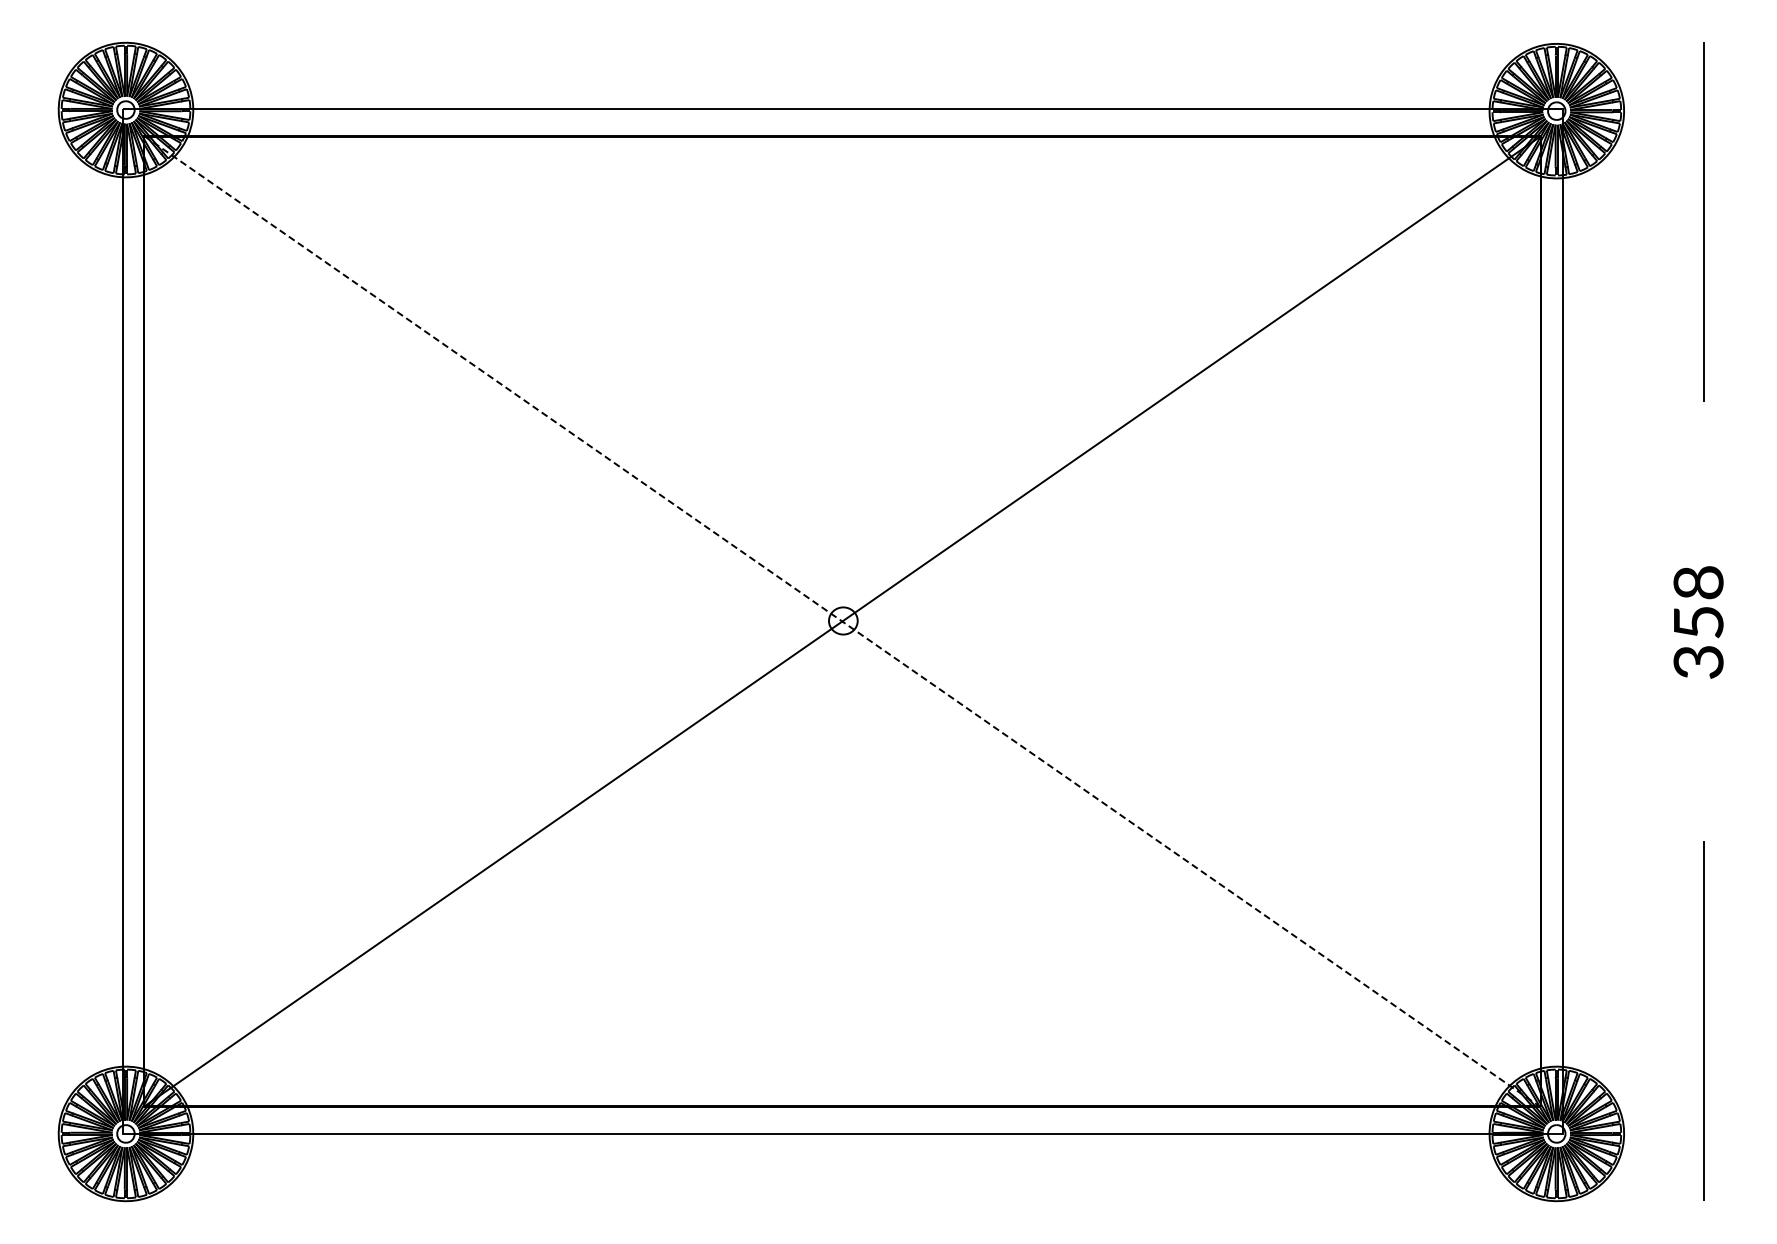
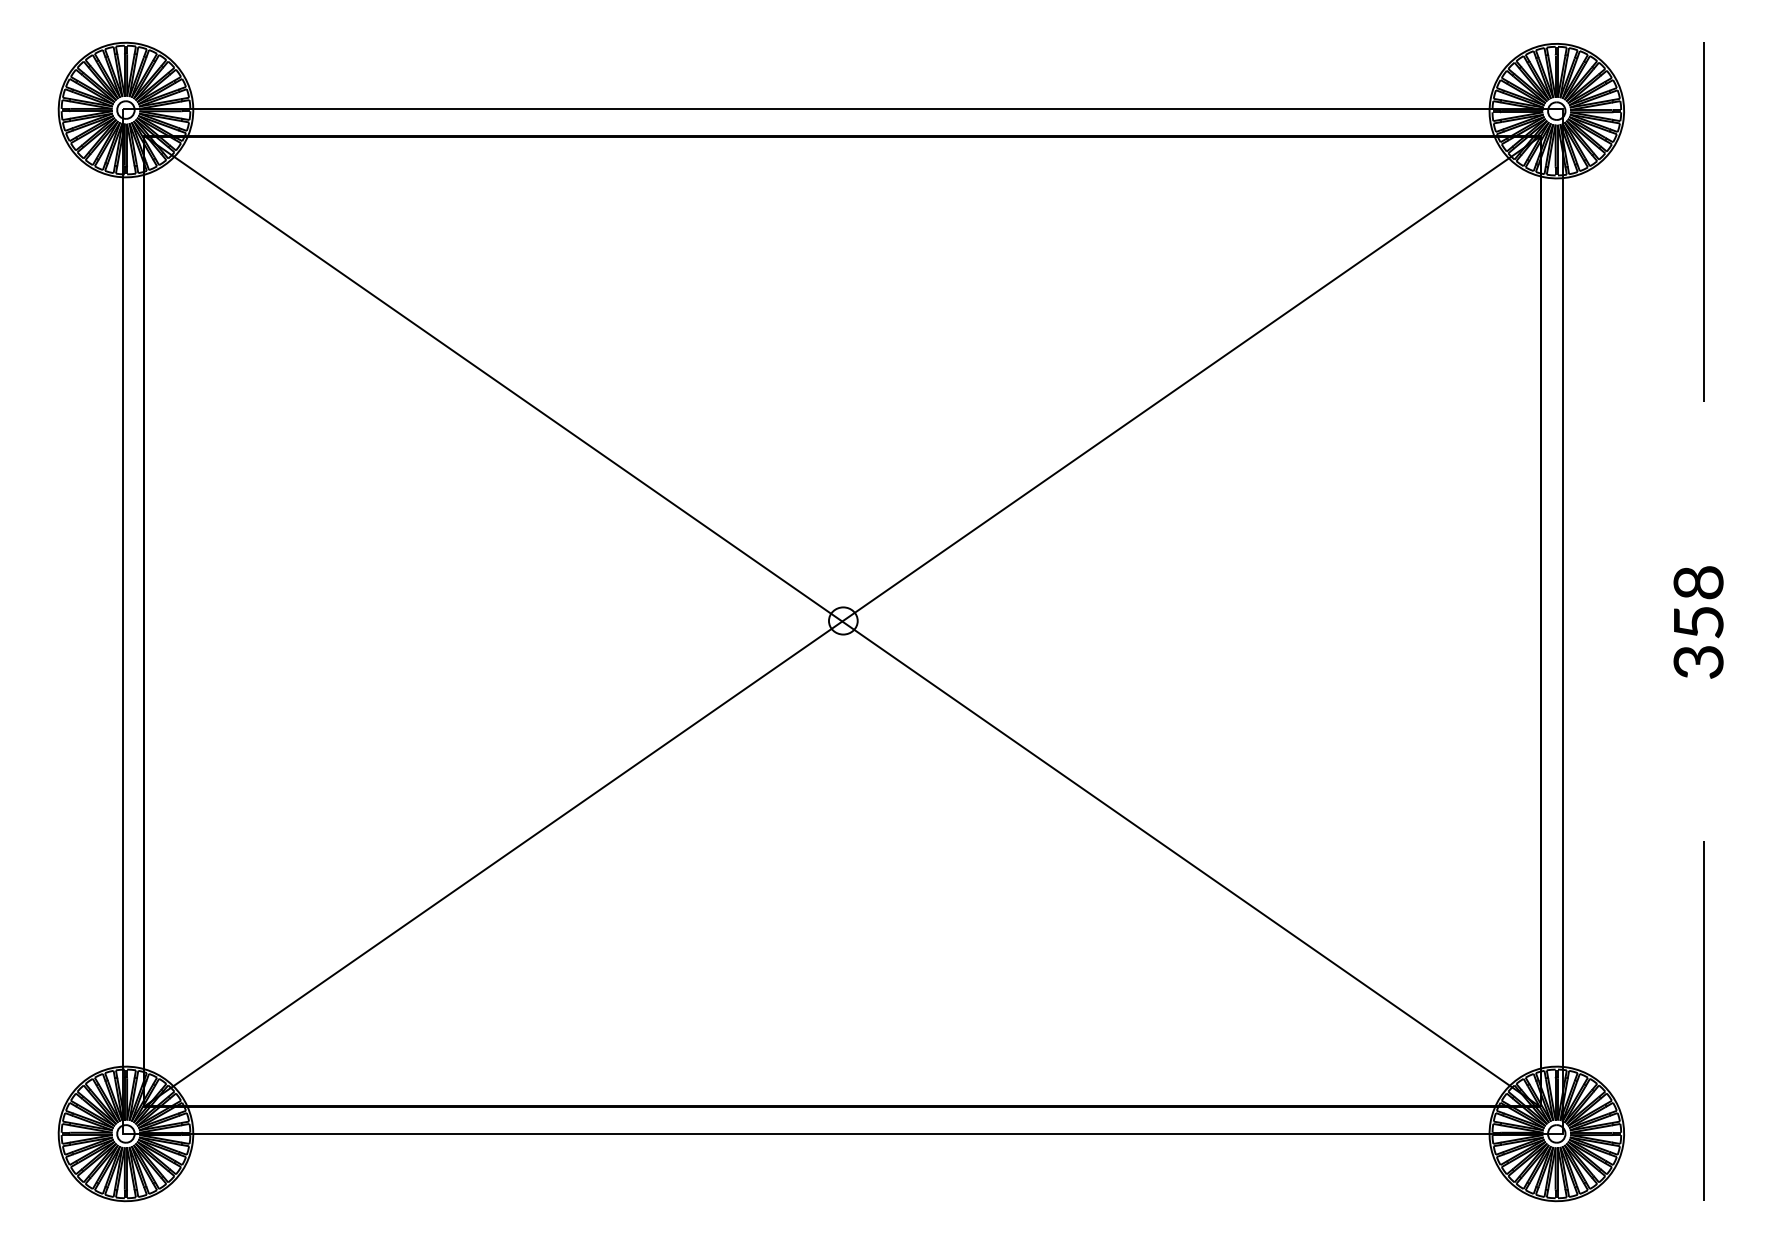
line at (841, 621): dashed -> solid
